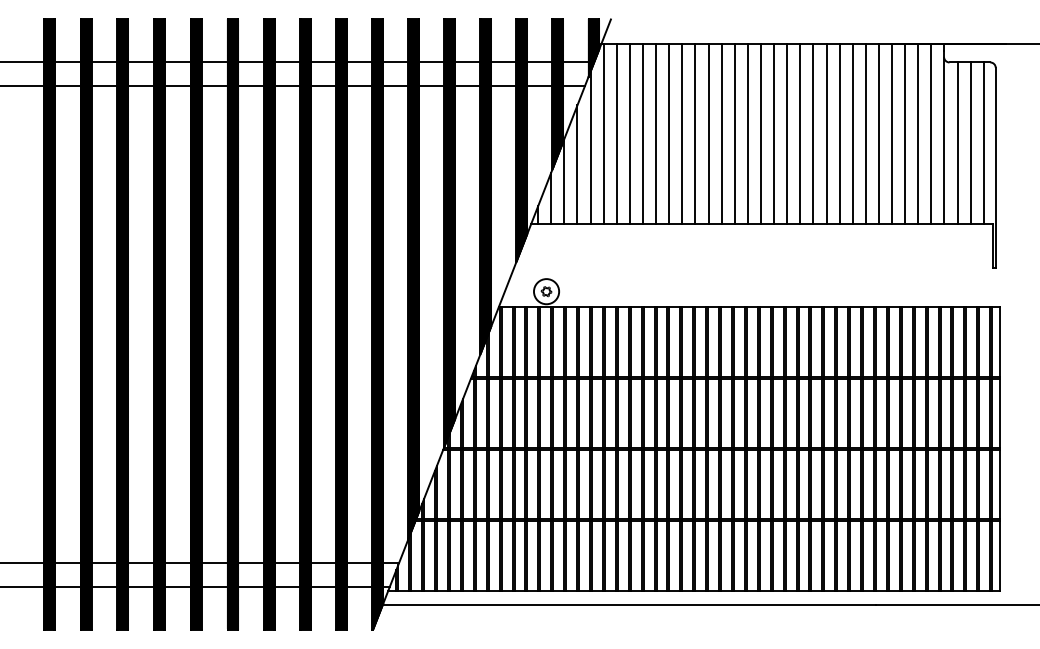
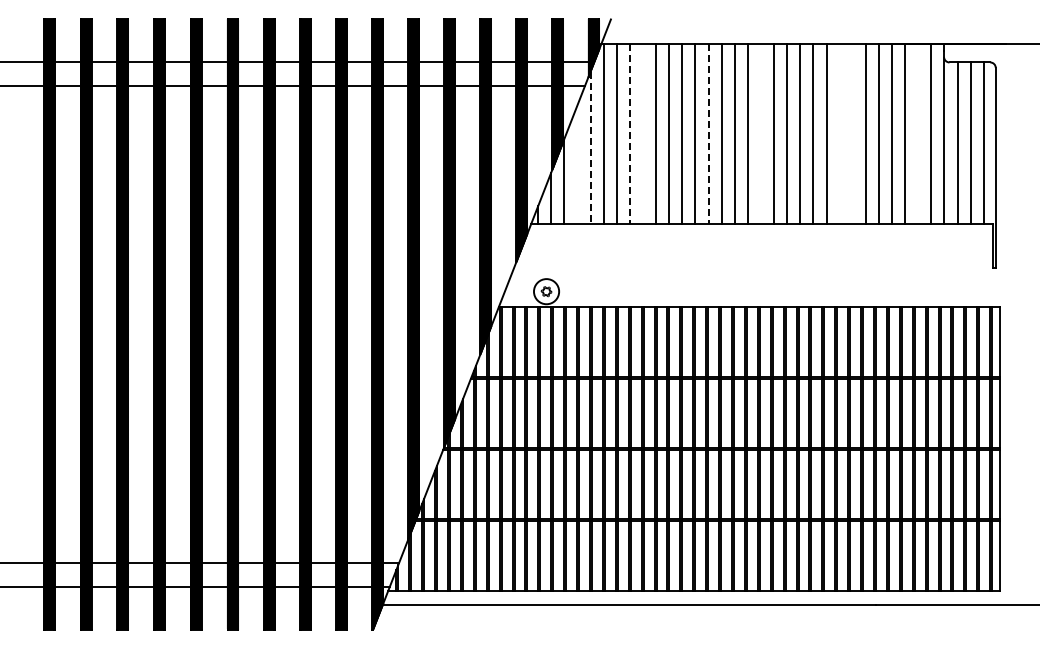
line at (629, 134): solid -> dashed
line at (643, 134): present -> none
line at (708, 134): solid -> dashed
line at (760, 134): present -> none
line at (839, 134): present -> none
line at (852, 134): present -> none
line at (918, 134): present -> none
line at (590, 148): solid -> dashed
line at (577, 164): present -> none
